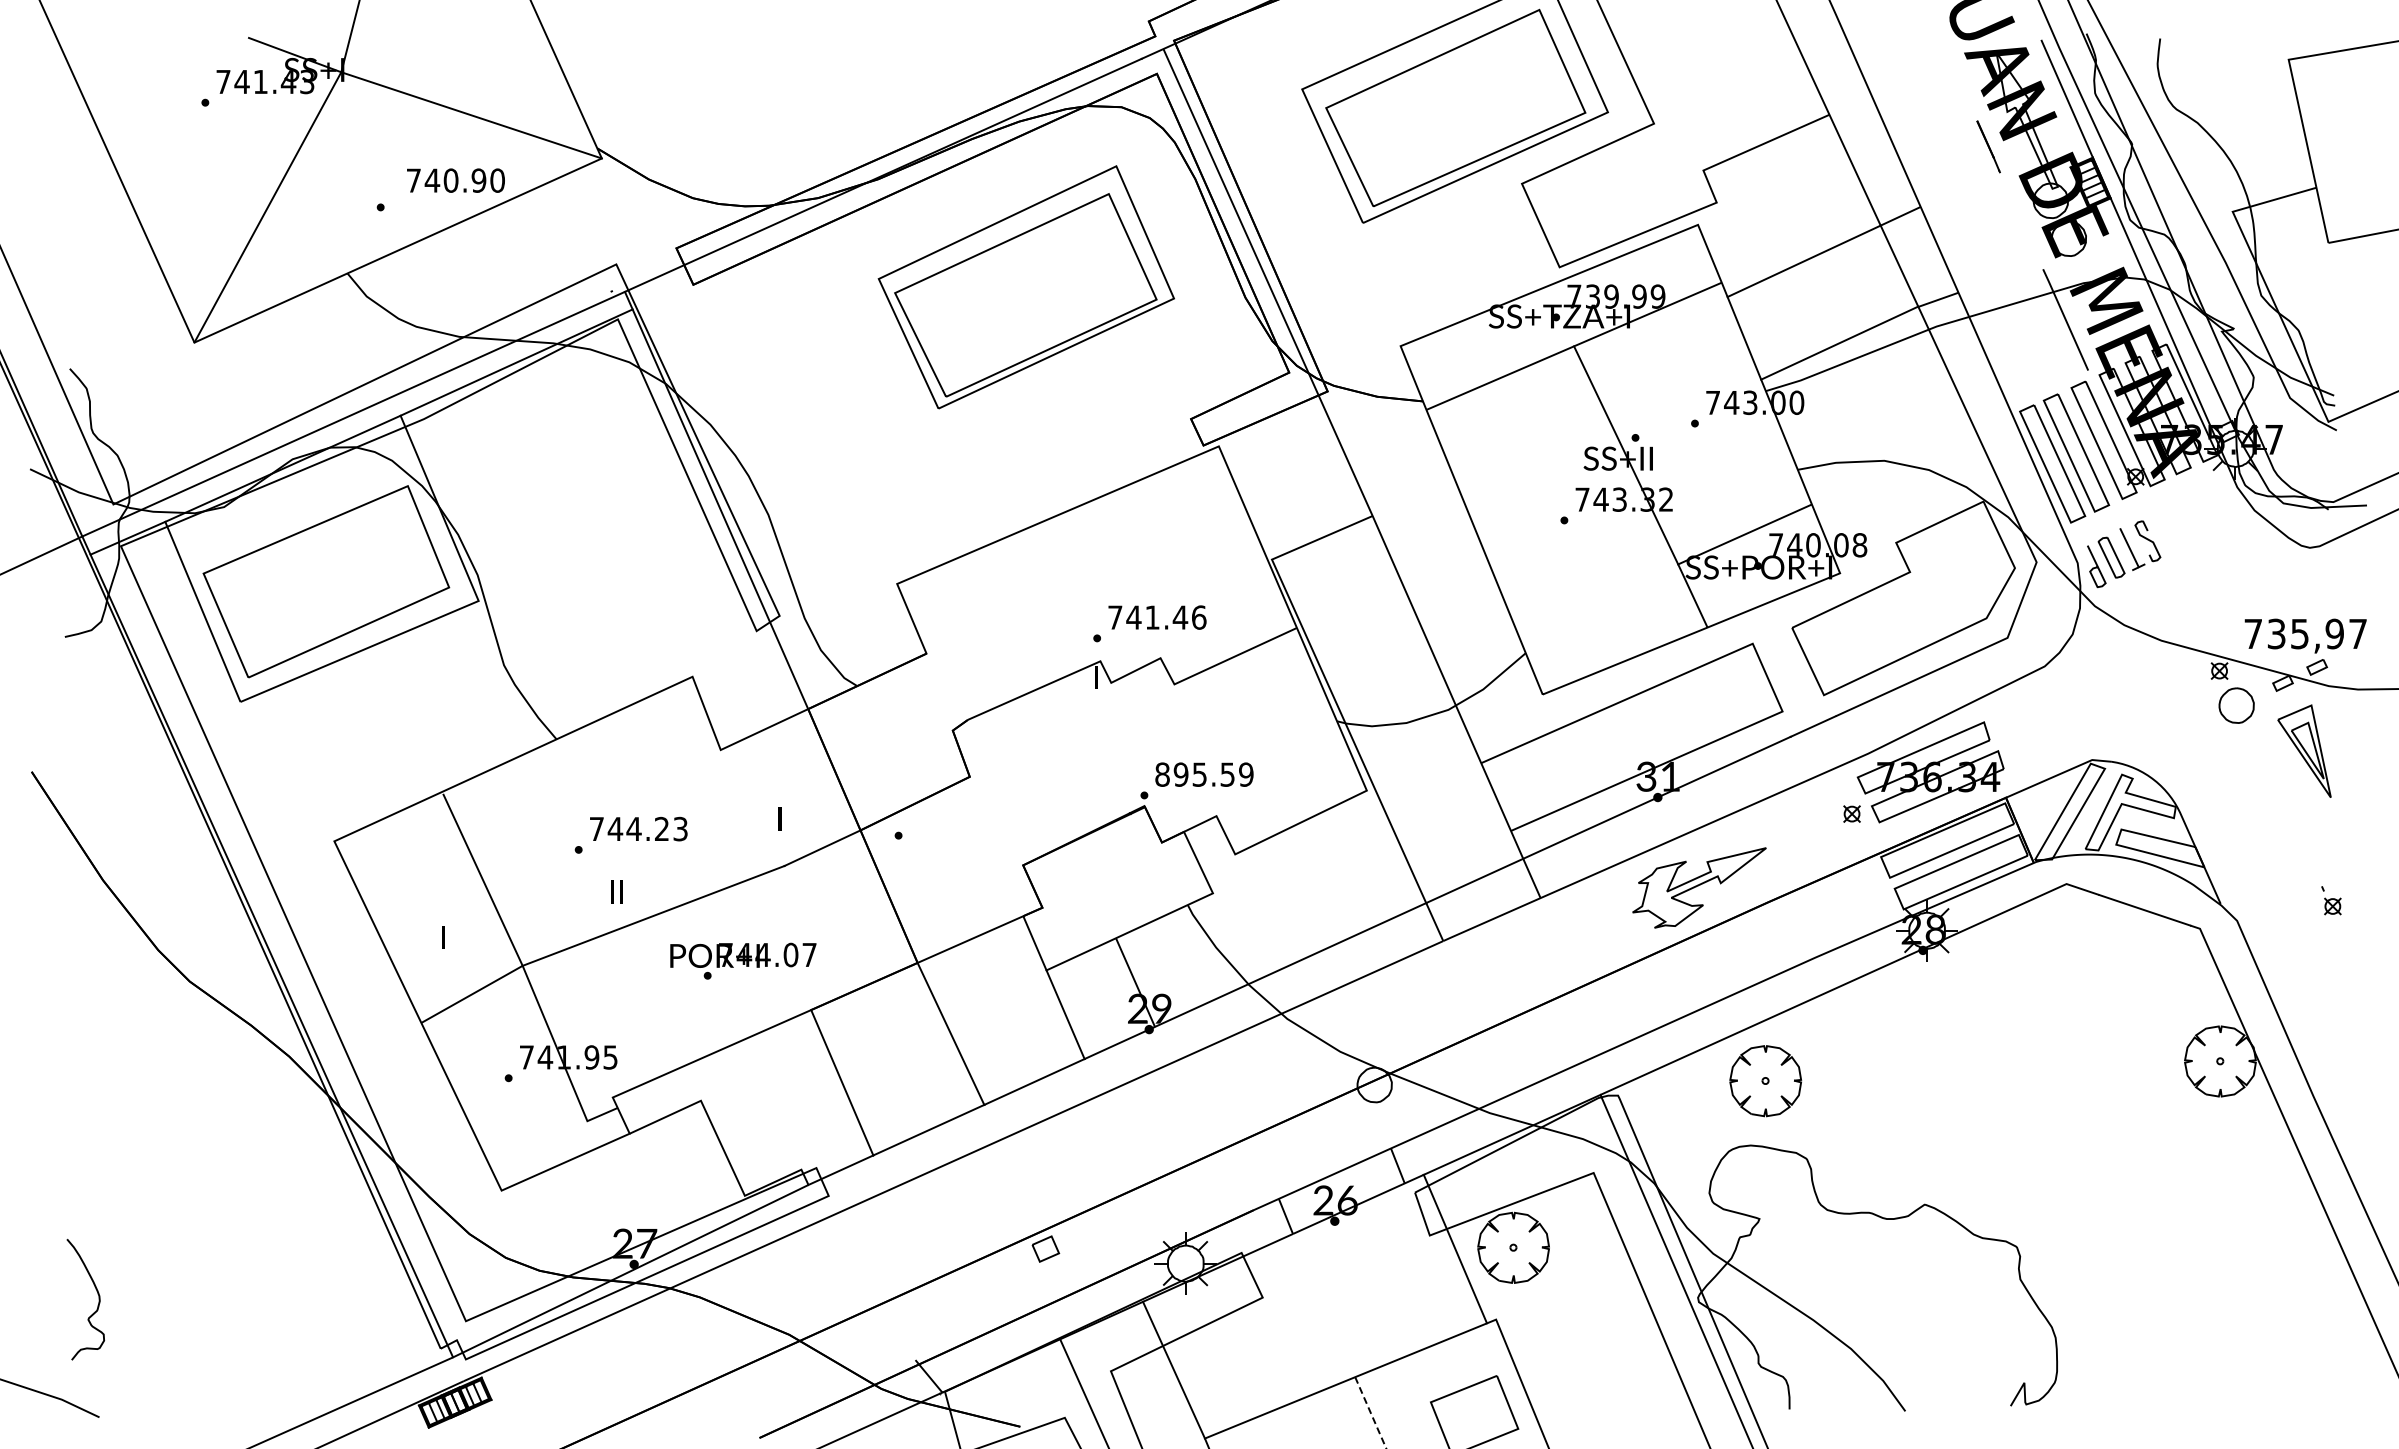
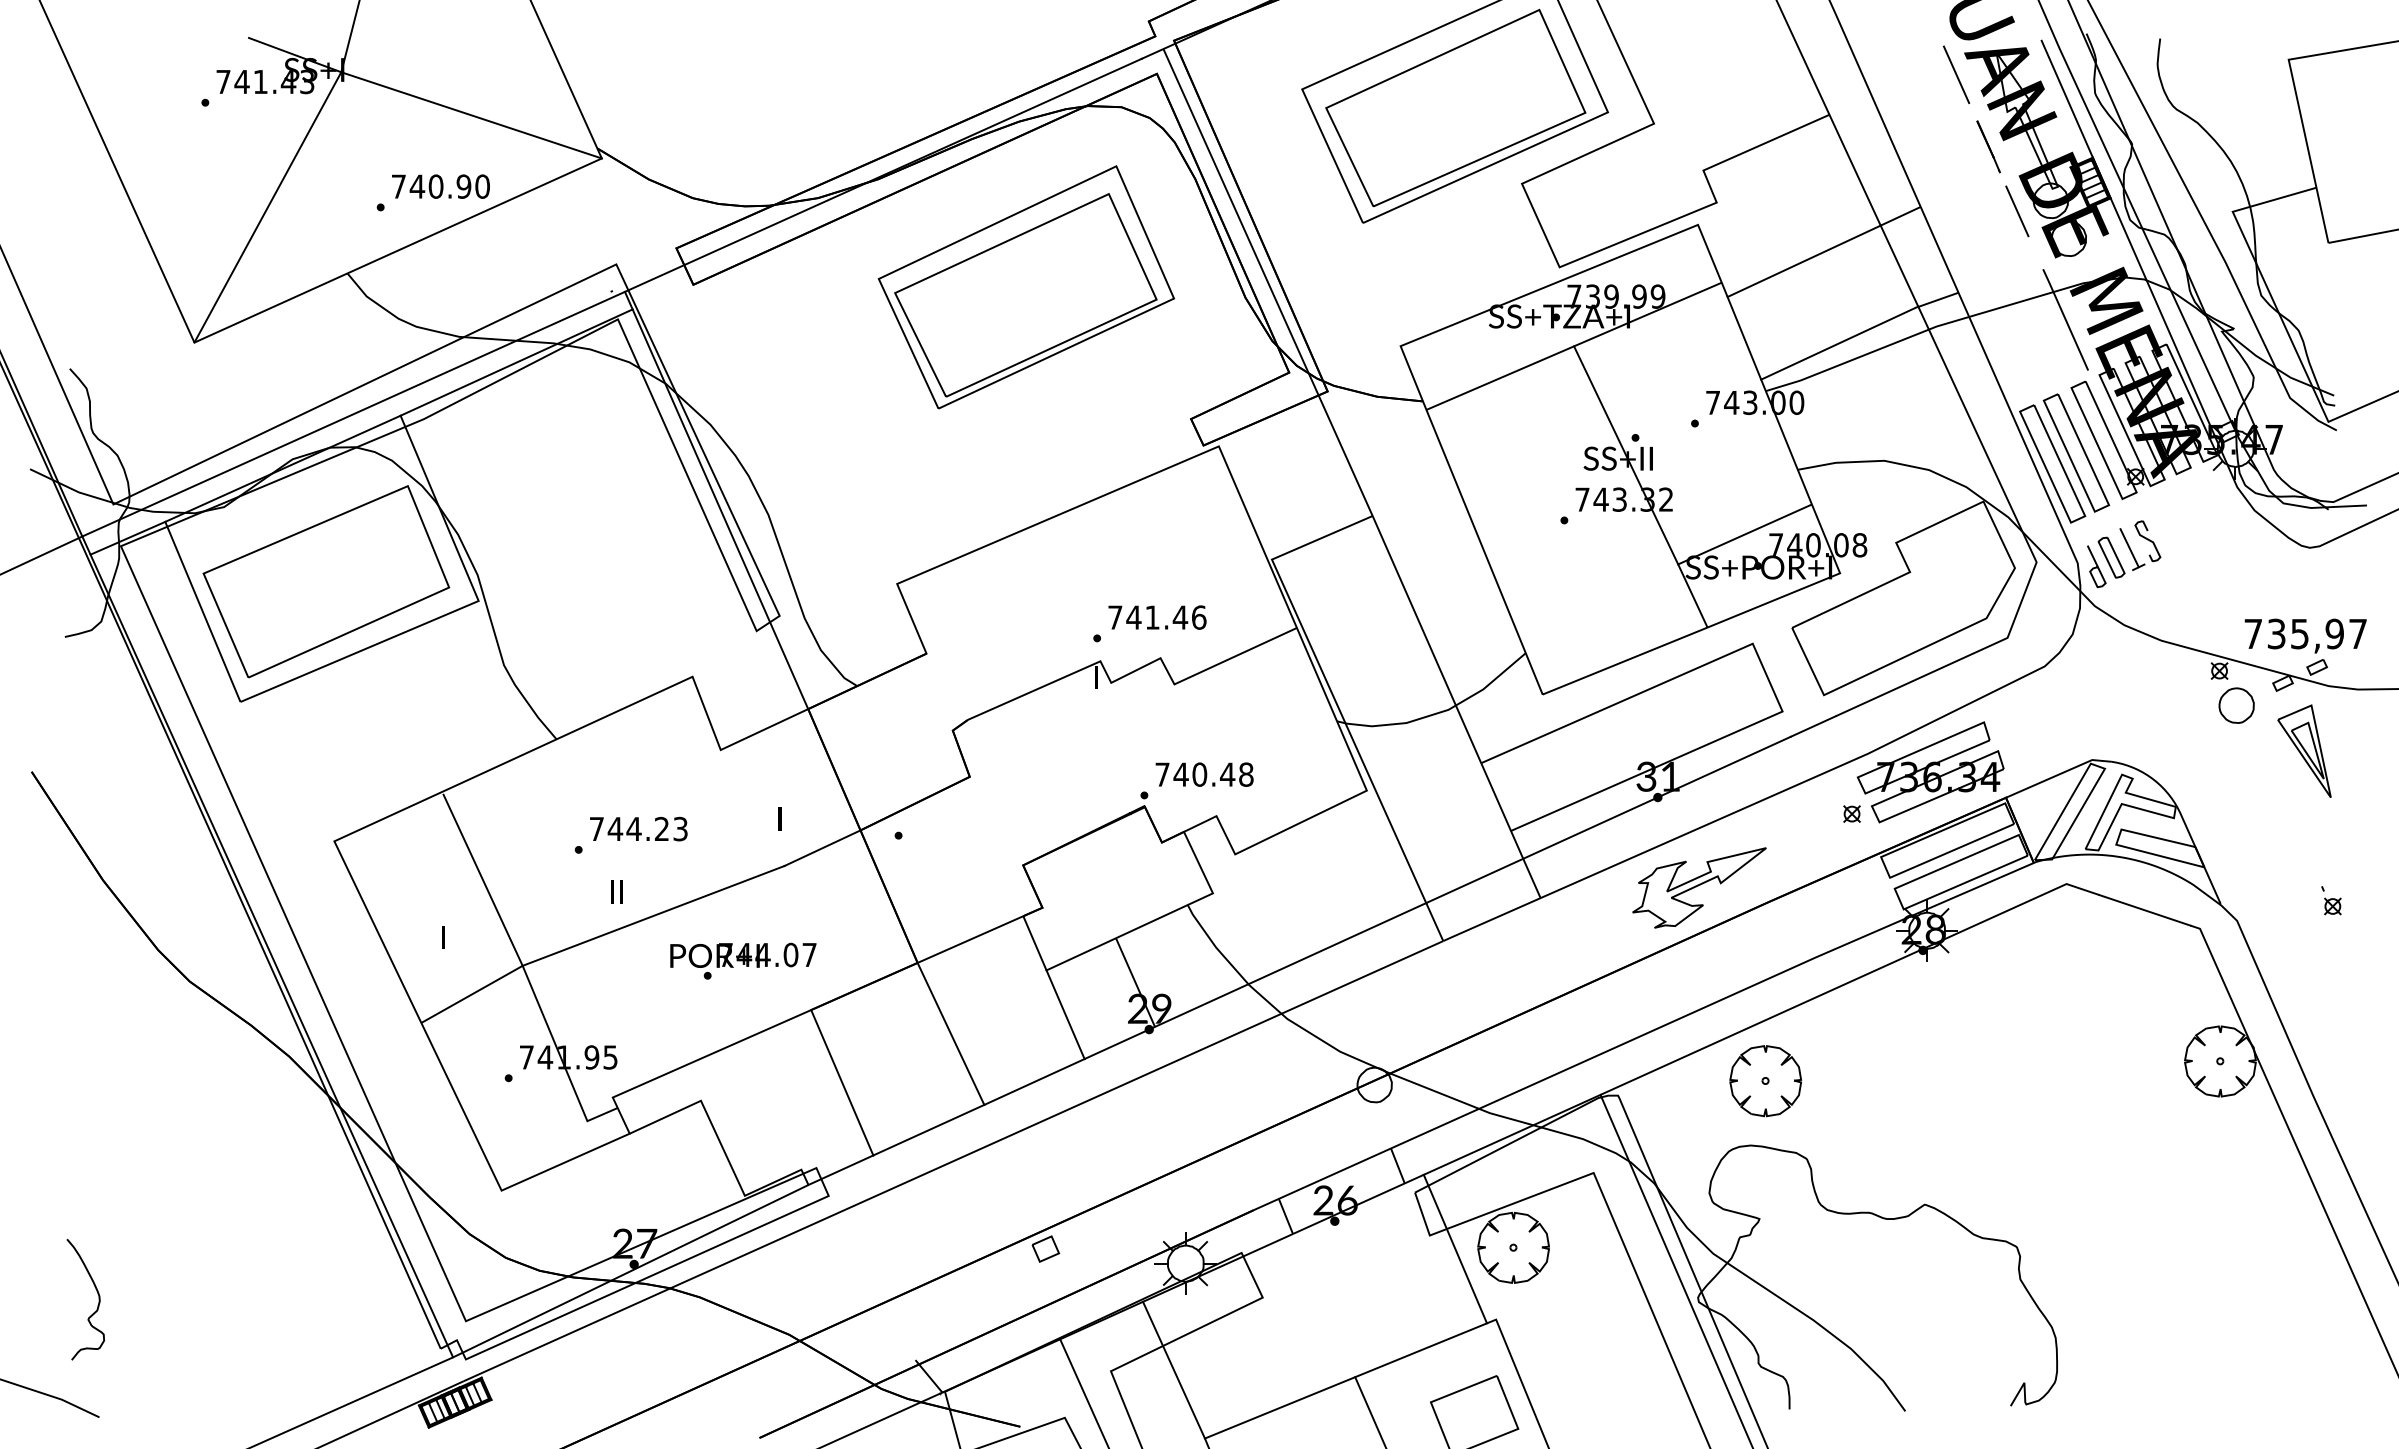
line at (1956, 74): none -> present
text at (455, 180) position: (455, 180) -> (440, 186)
line at (2017, 211): none -> present
text at (1204, 774): 895.59 -> 740.48
line at (1370, 1412): dashed -> solid
